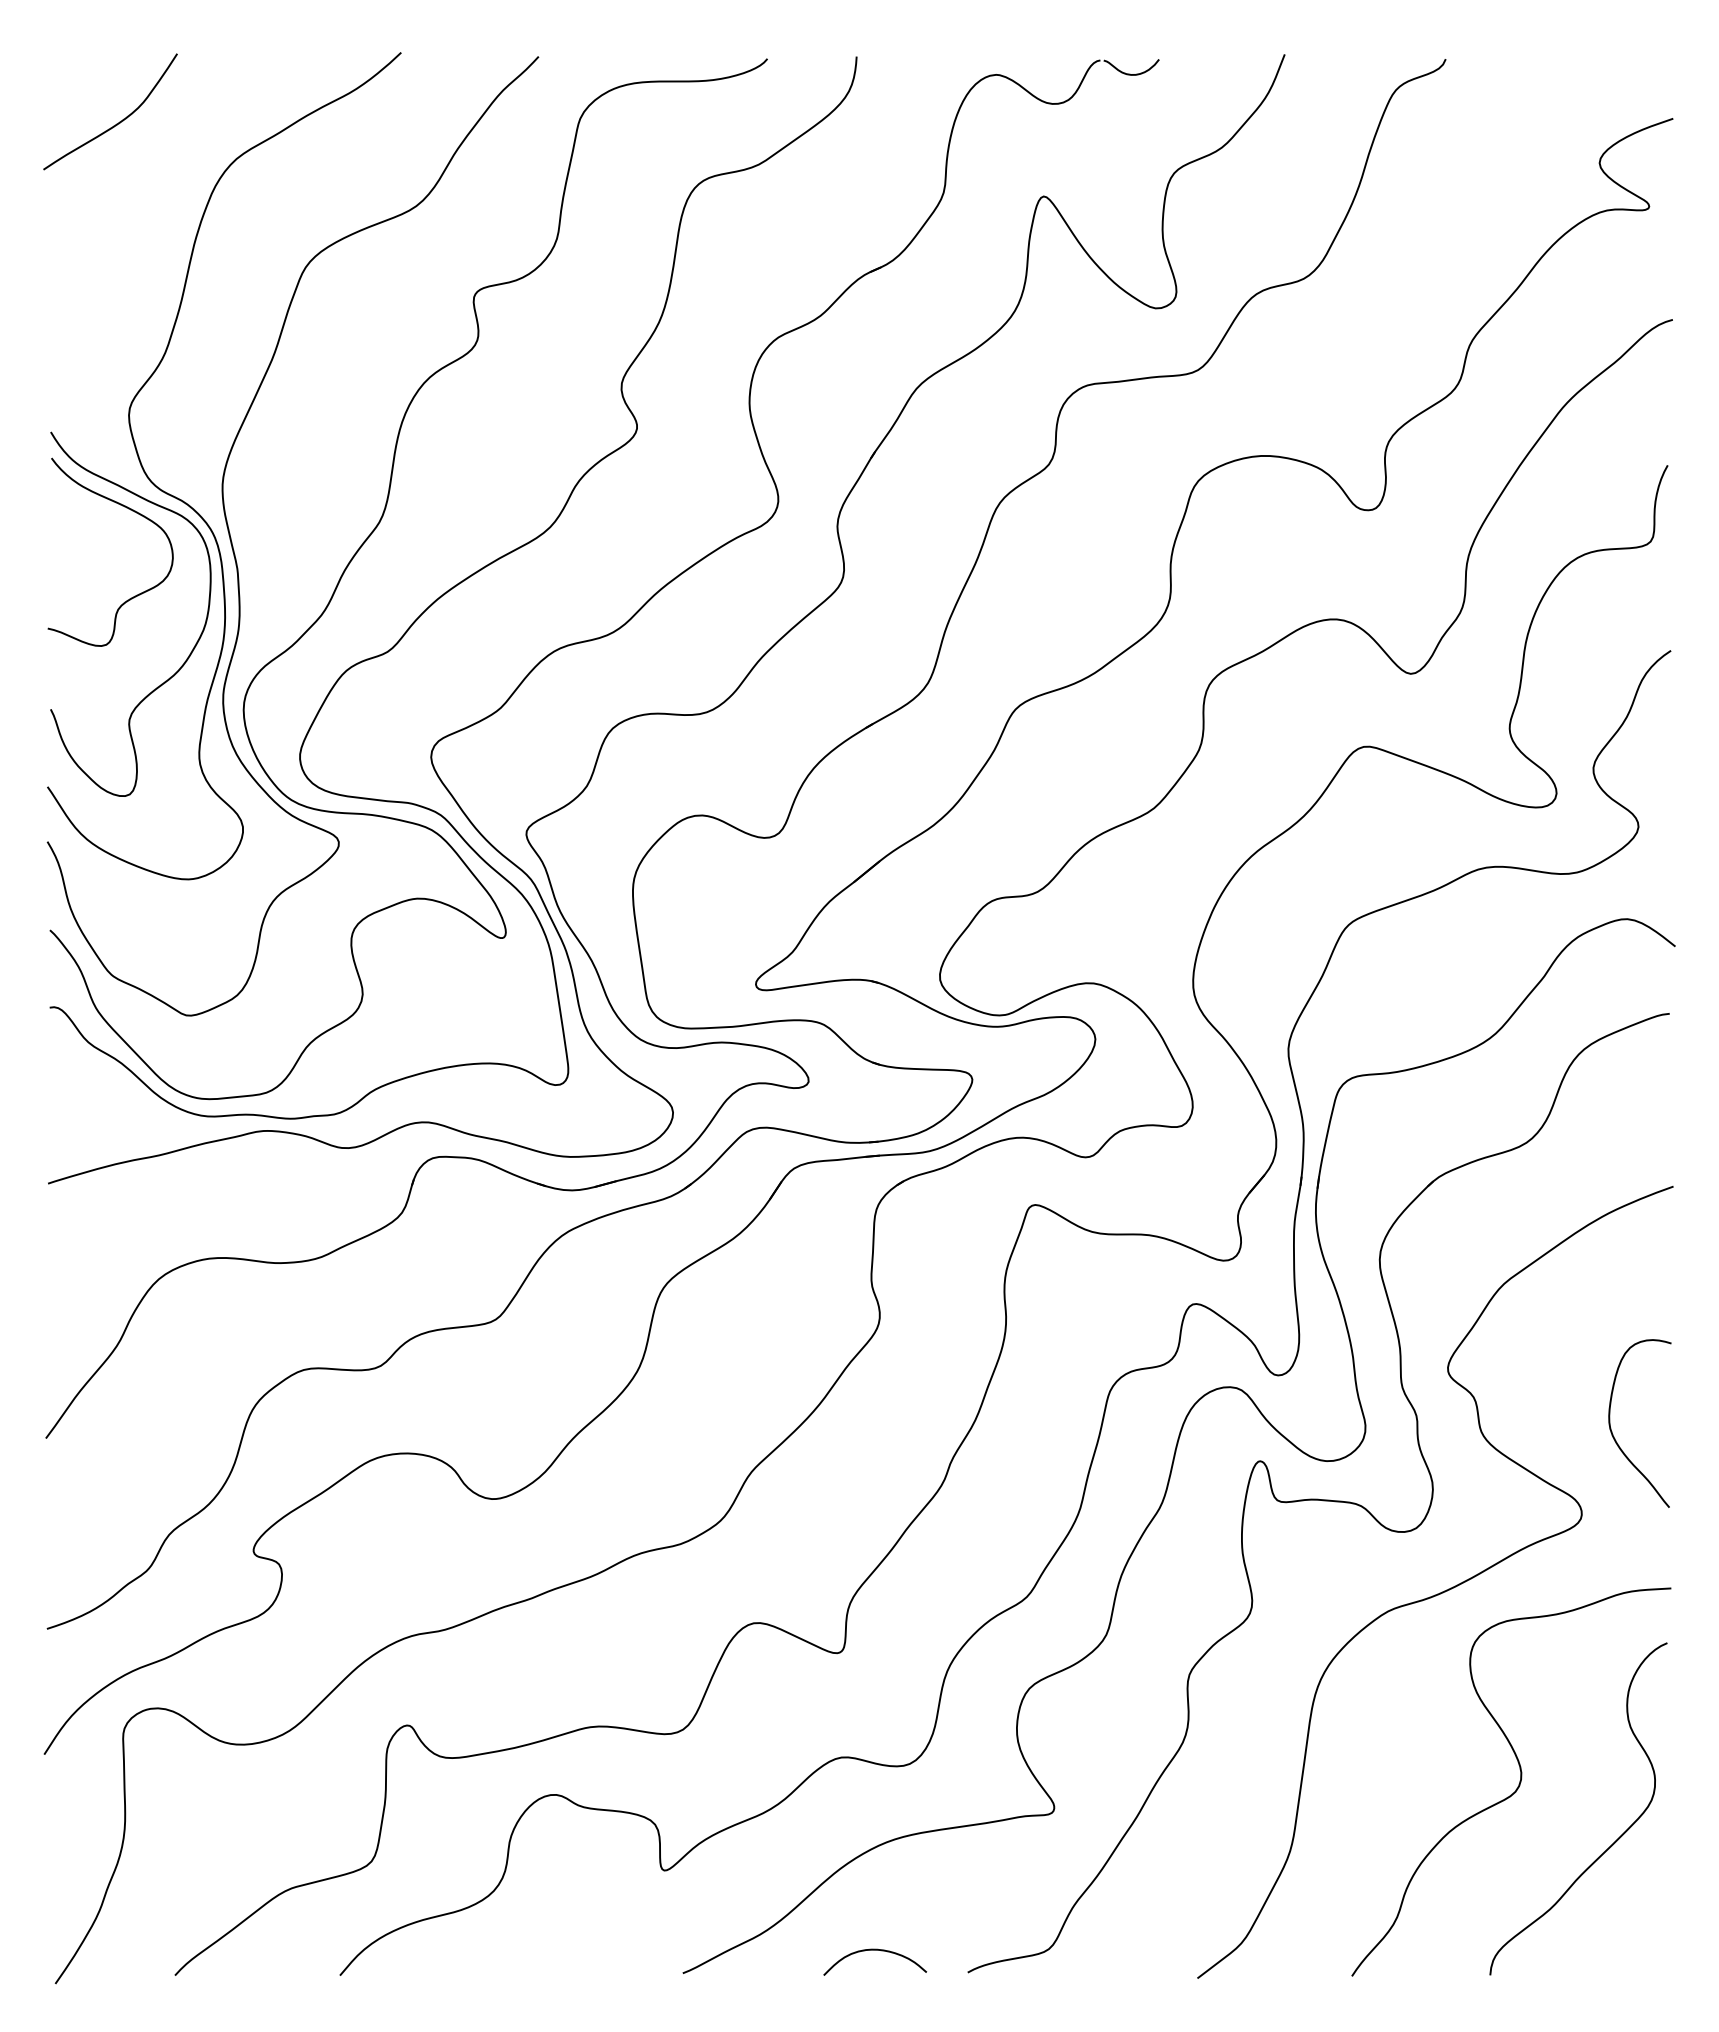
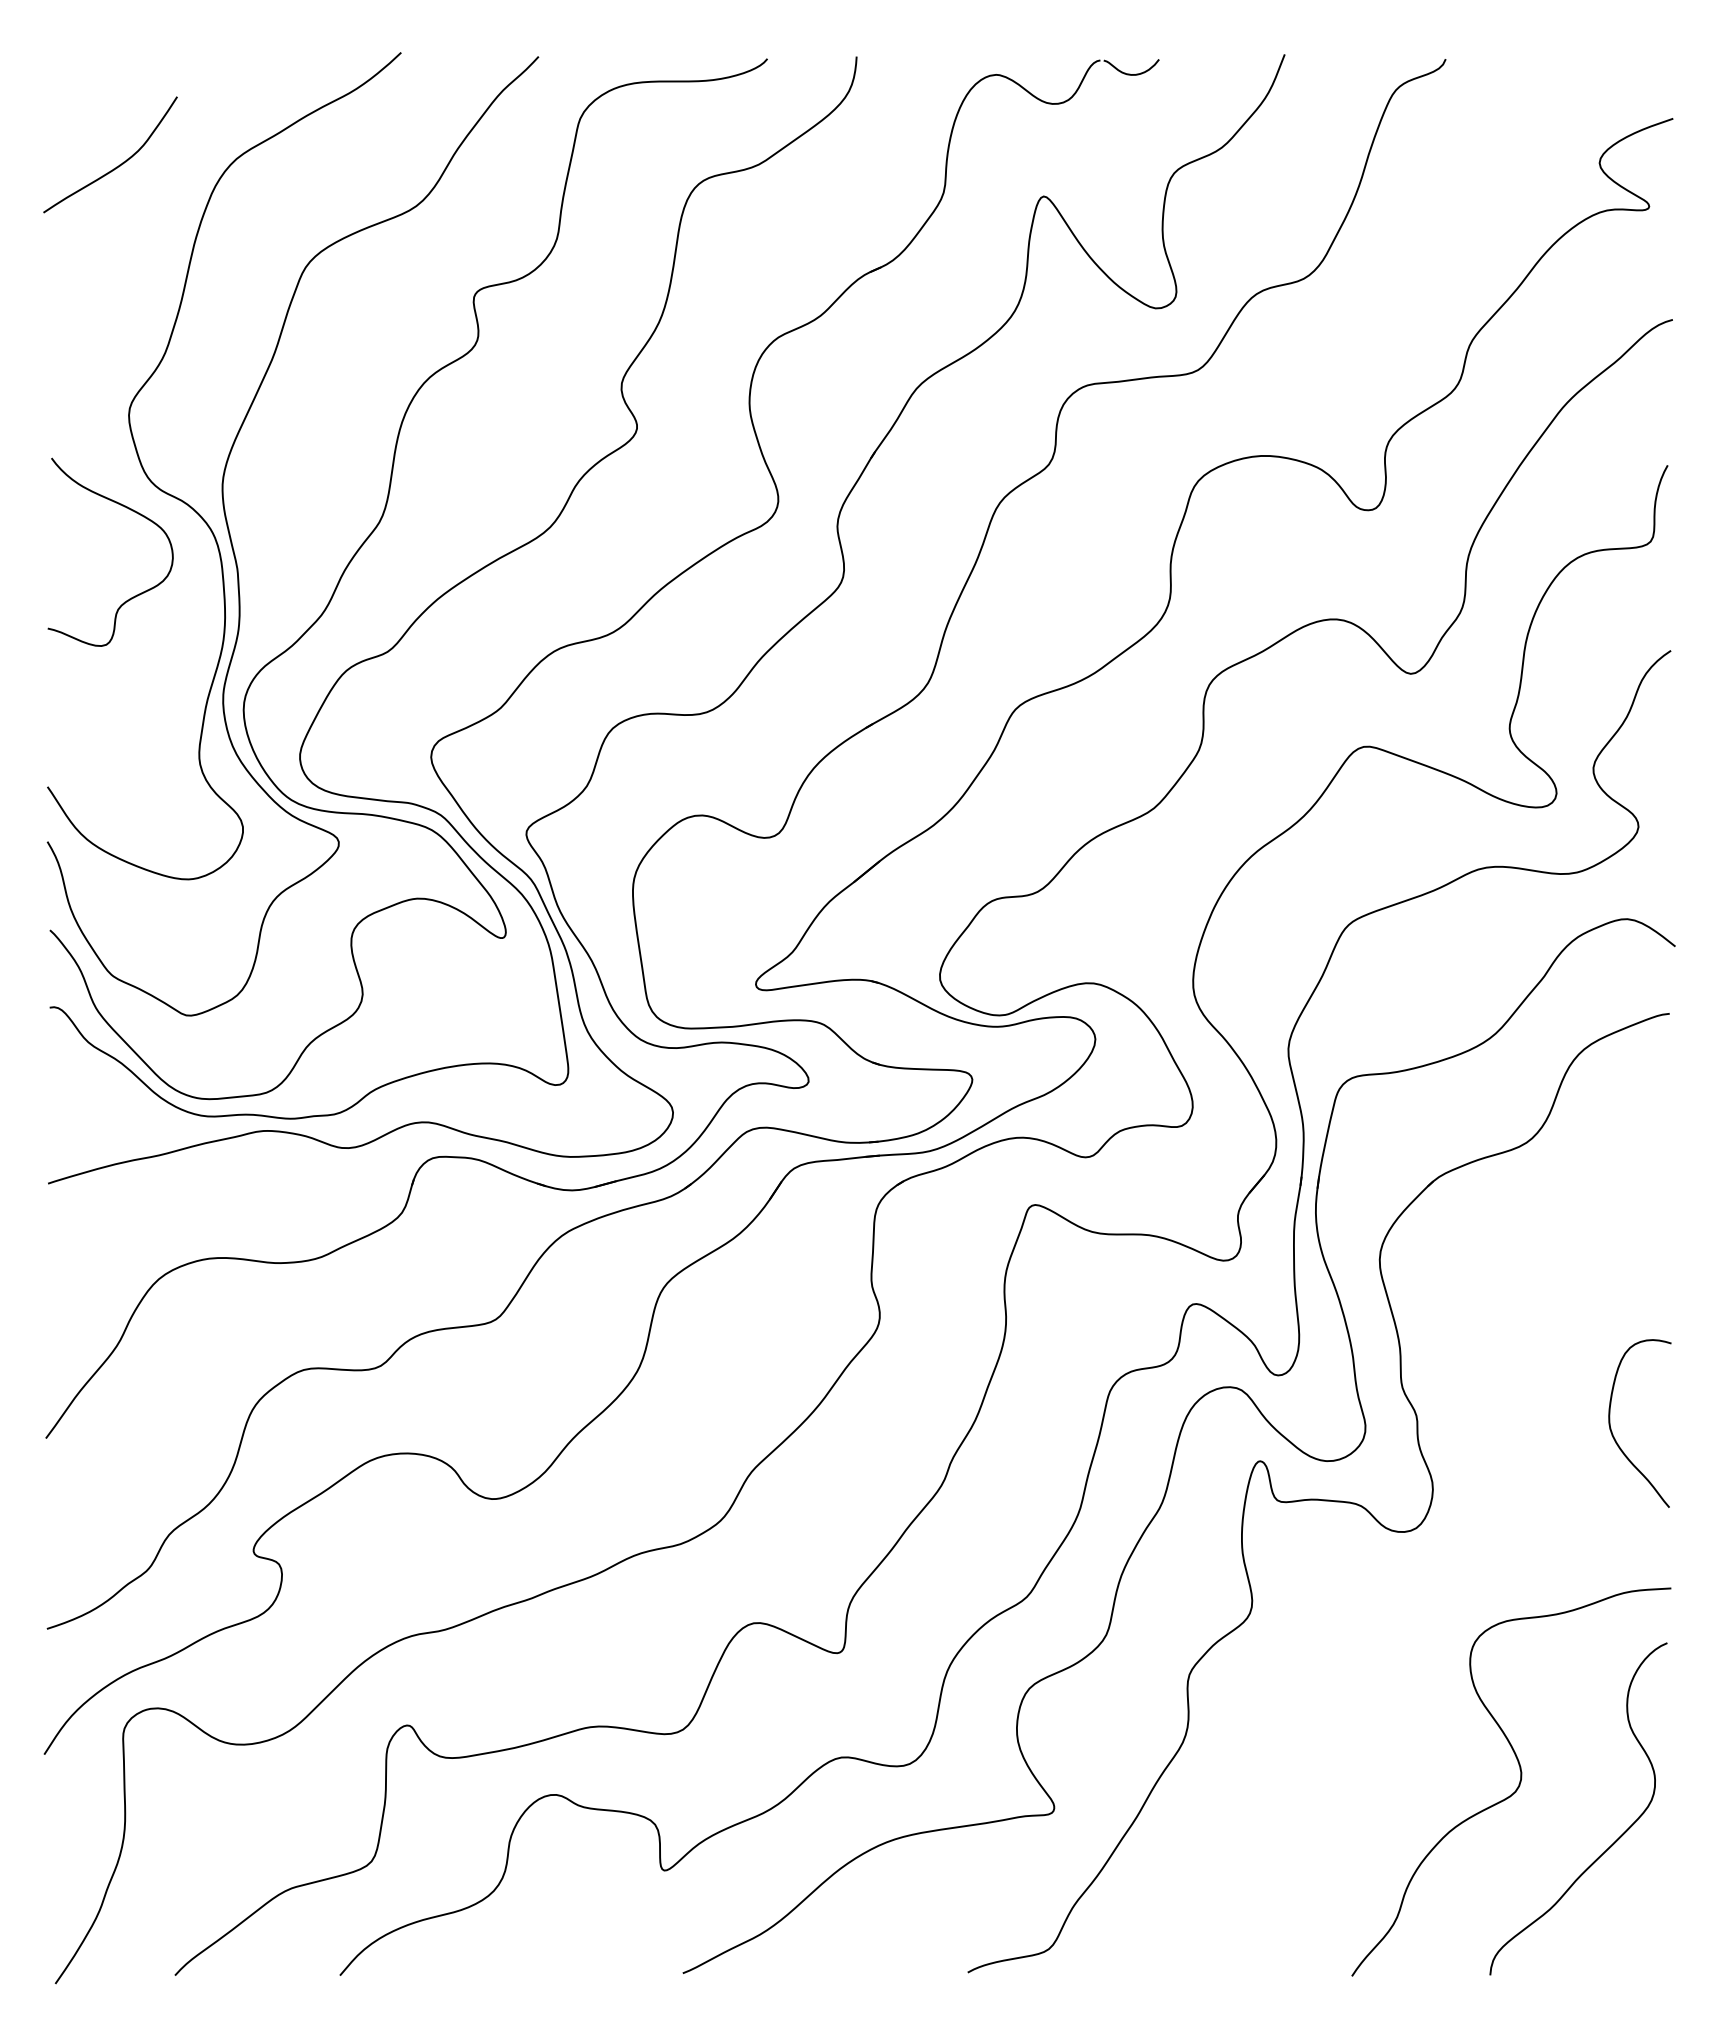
curve at (116, 123) position: (116, 123) -> (116, 166)
curve at (192, 648): present -> none
curve at (1439, 1592): present -> none
curve at (875, 1950): present -> none
